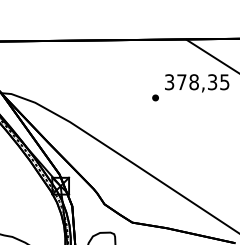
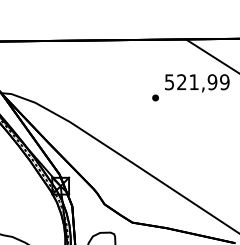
text at (197, 82): 378,35 -> 521,99
